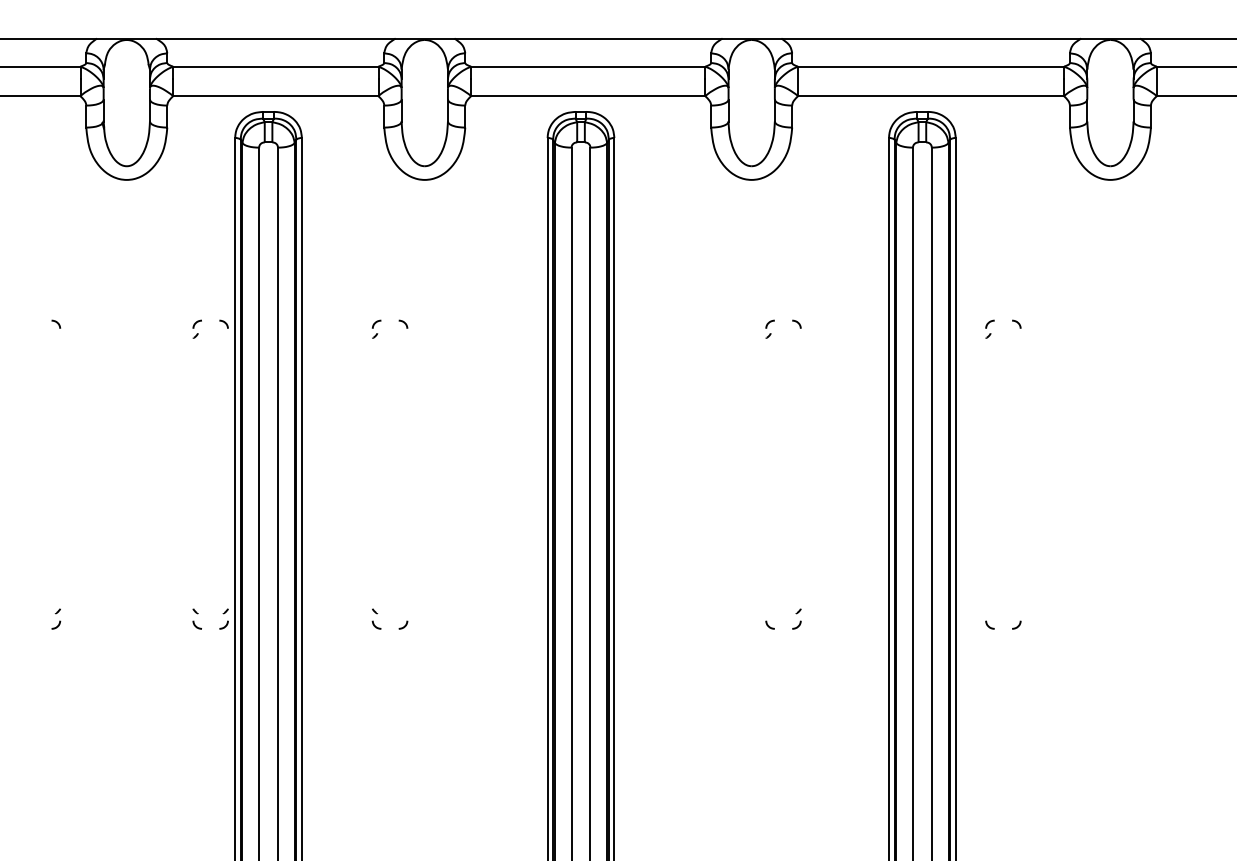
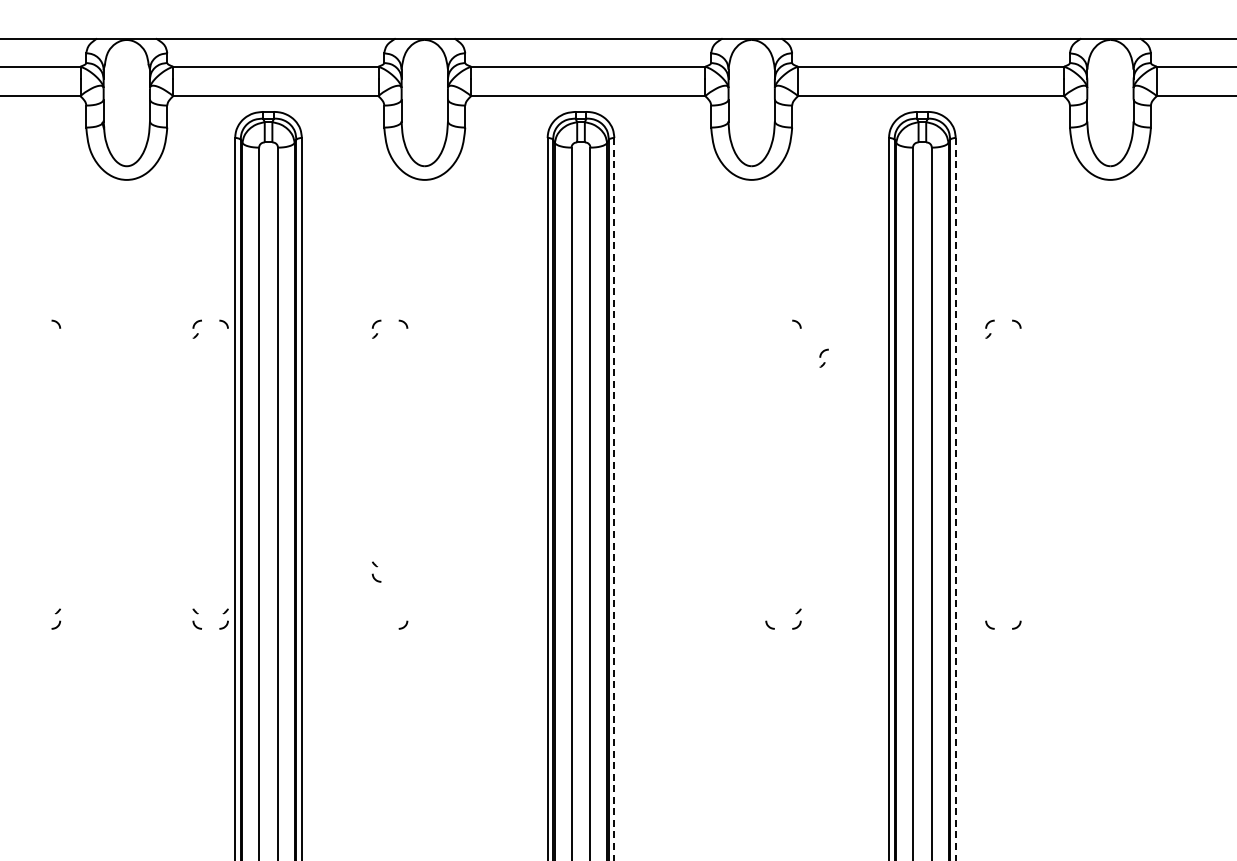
part at (769, 328) position: (769, 328) -> (823, 357)
line at (614, 499): solid -> dashed
line at (955, 499): solid -> dashed
part at (376, 618) position: (376, 618) -> (376, 571)
